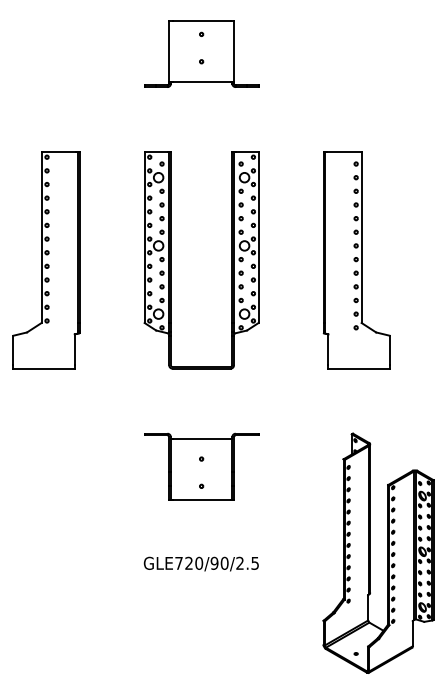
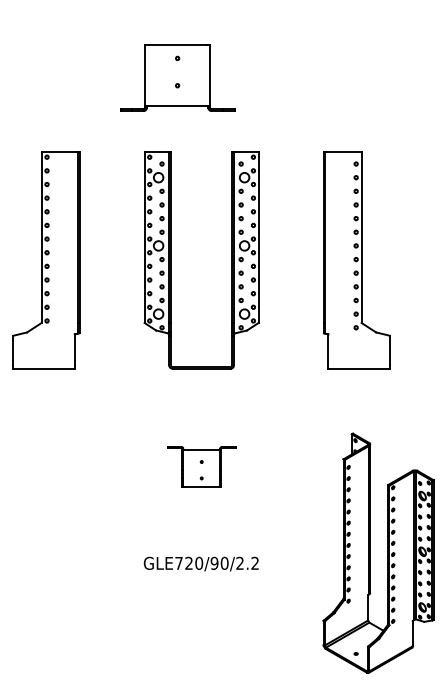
part at (201, 53) position: (201, 53) -> (177, 77)
part at (201, 466) size: 116x69 px -> 70x42 px
text at (254, 562): GLE720/90/2.5 -> GLE720/90/2.2
